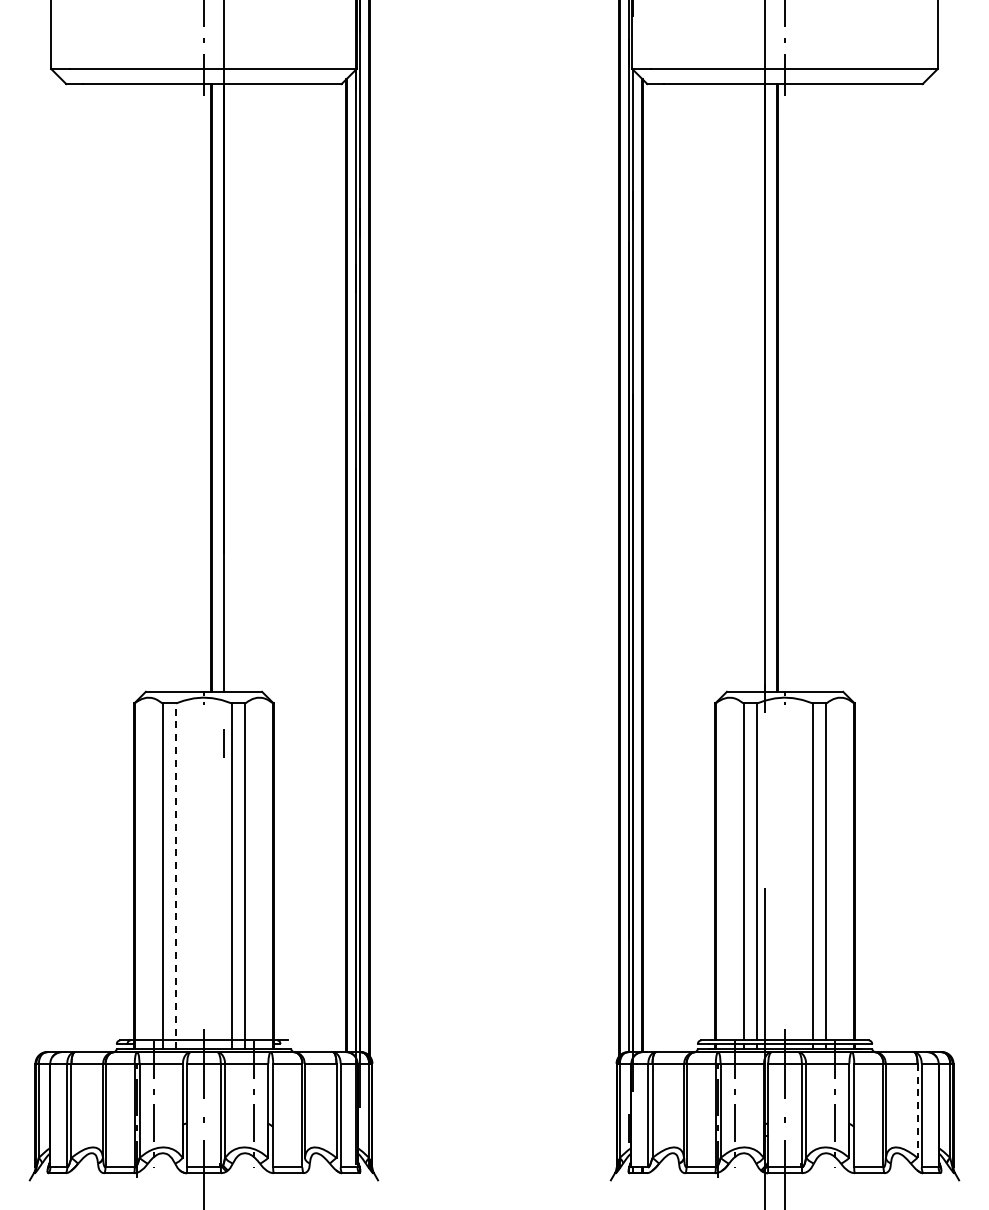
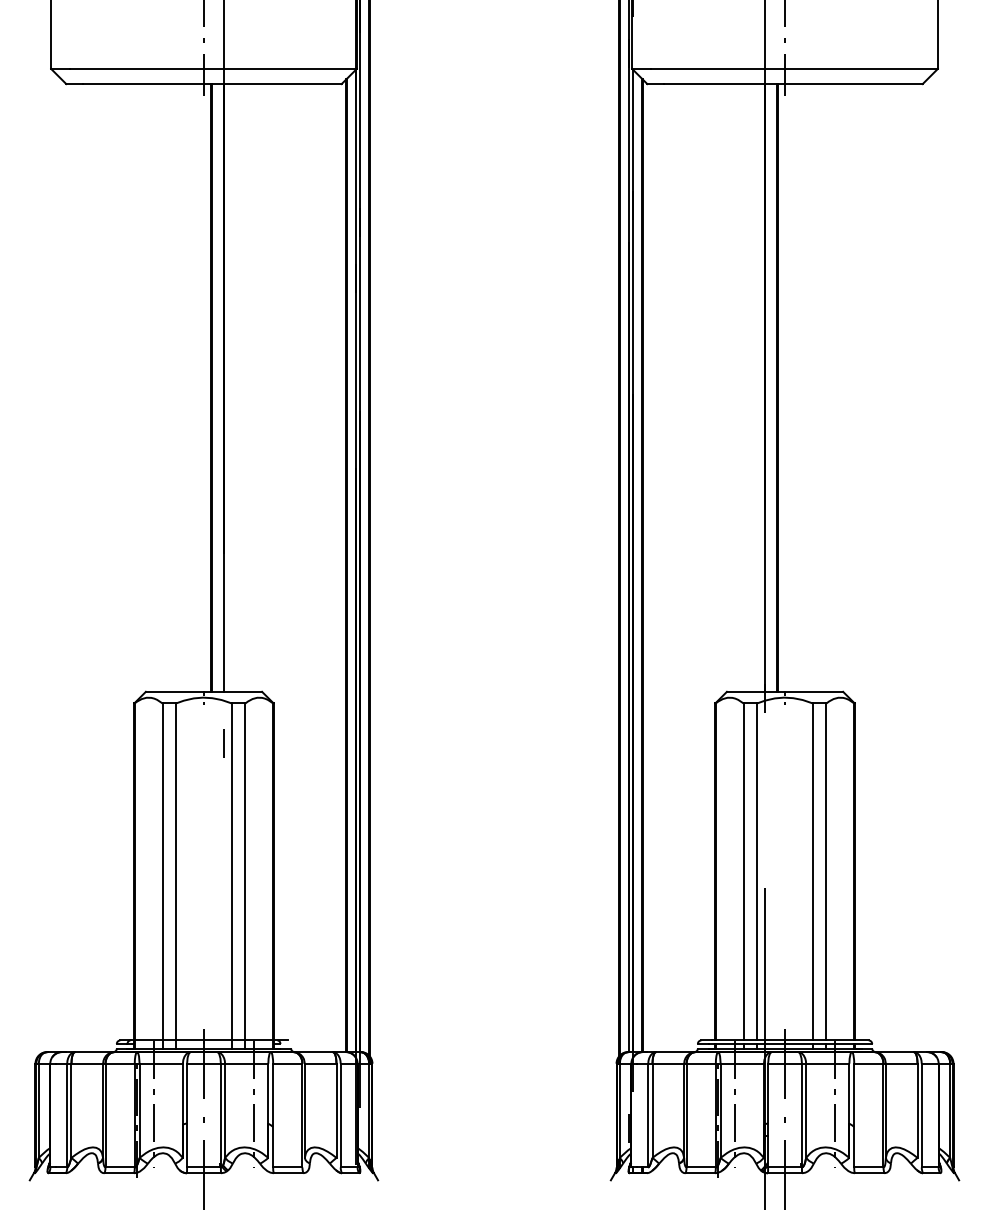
line at (176, 876): dashed -> solid
line at (917, 1111): dashed -> solid
